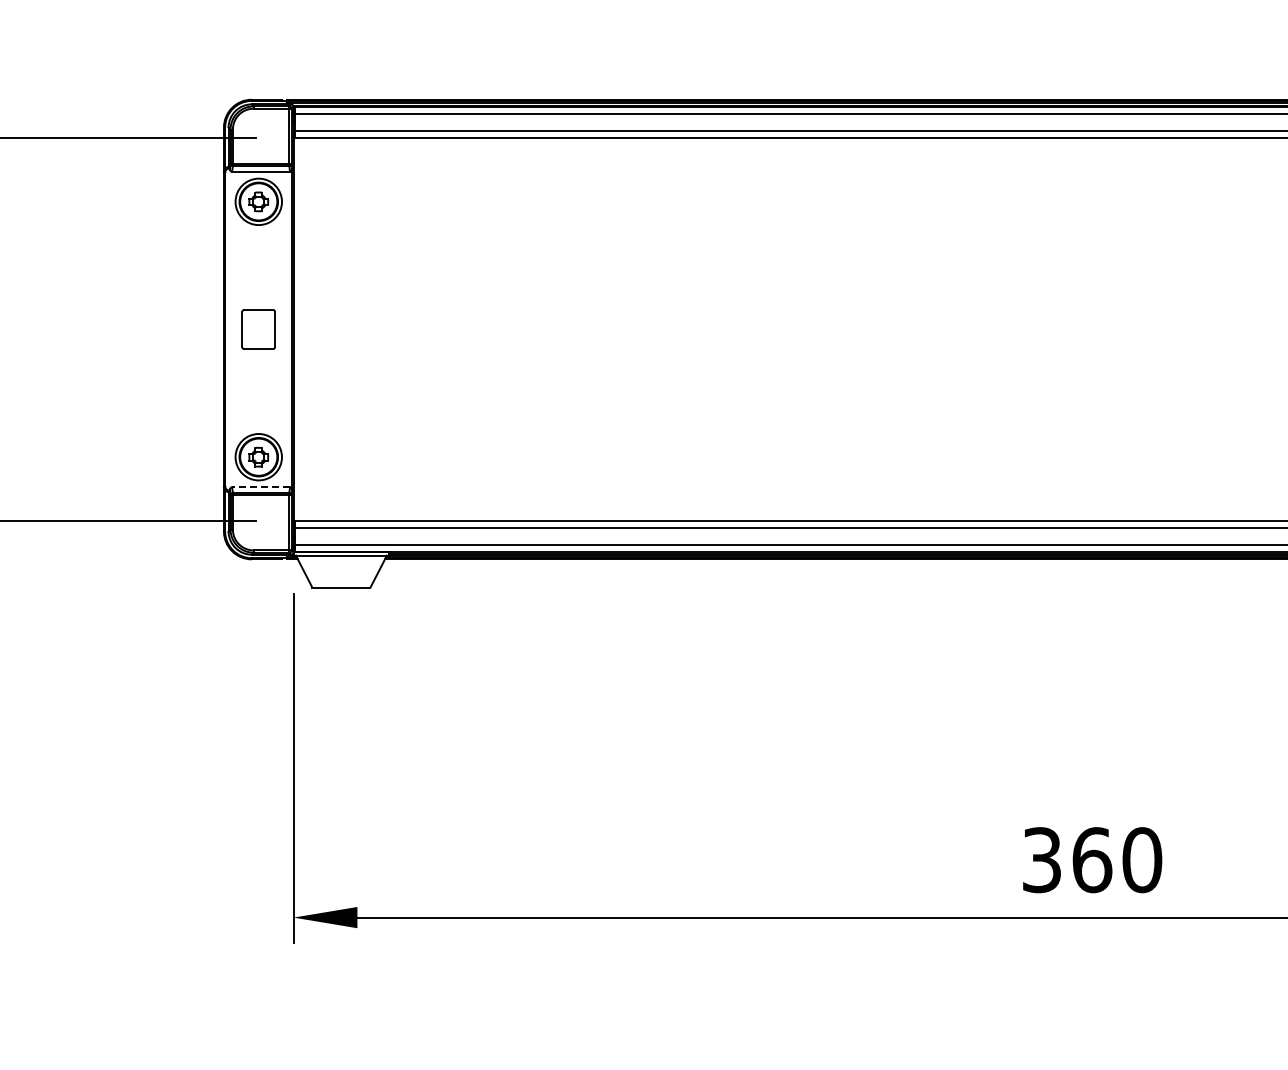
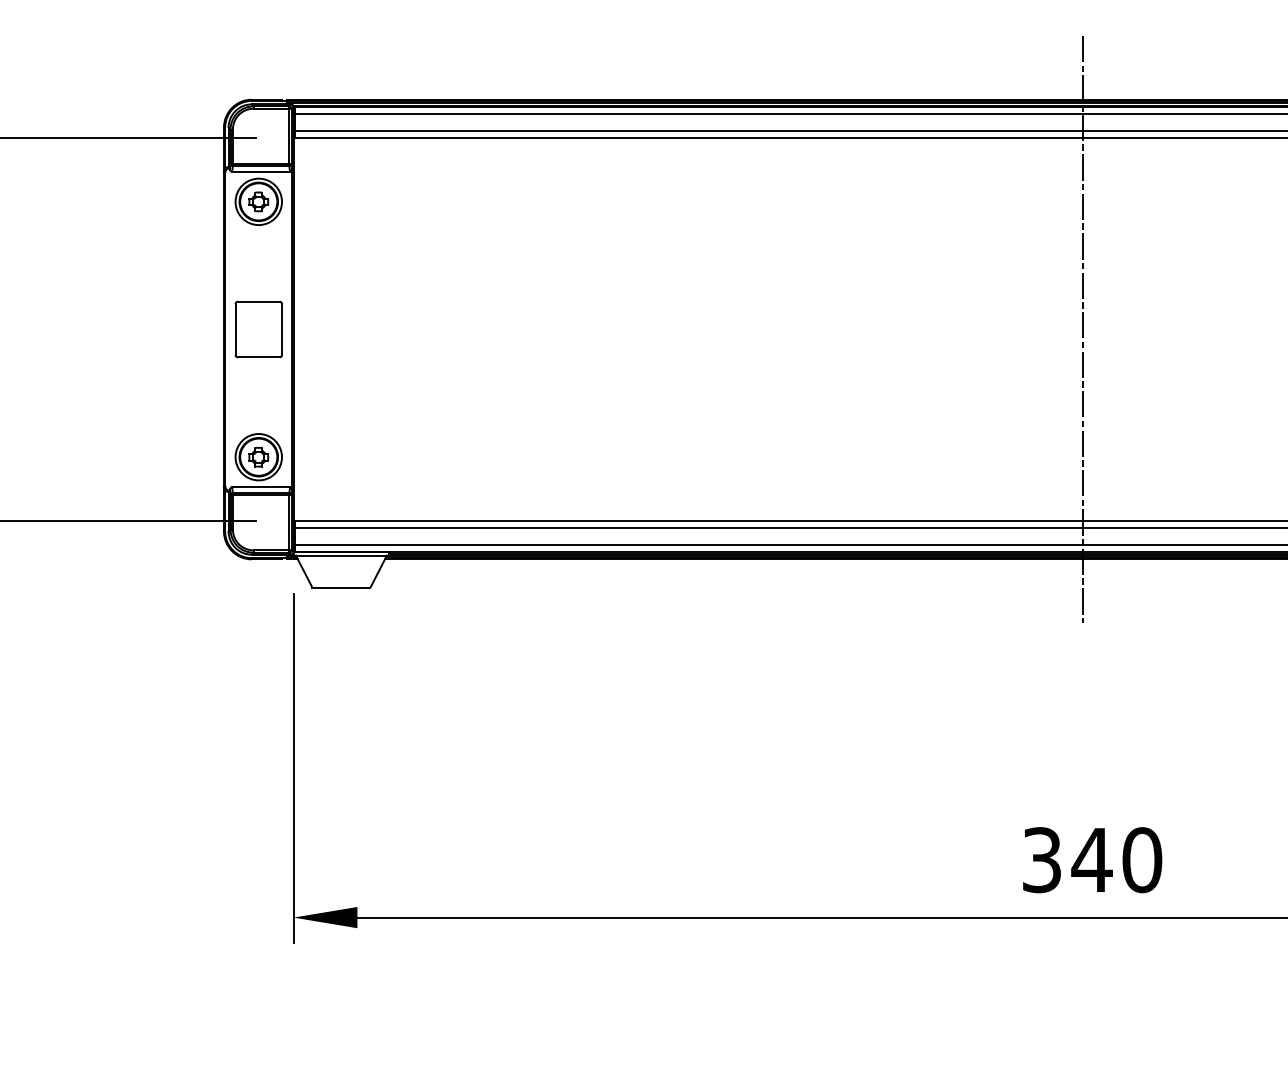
part at (258, 329) size: 35x41 px -> 49x59 px
line at (1082, 329): none -> present
line at (261, 487): dashed -> solid
text at (1091, 860): 360 -> 340
